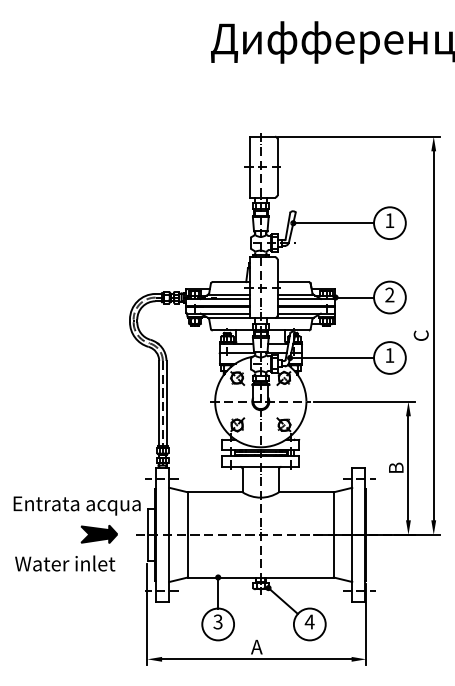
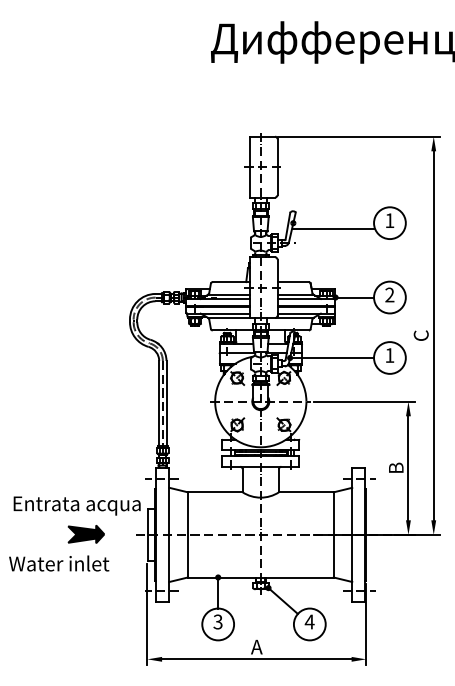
line at (333, 223) position: (333, 223) -> (333, 229)
part at (98, 534) position: (98, 534) -> (85, 534)
text at (65, 563) position: (65, 563) -> (59, 563)
